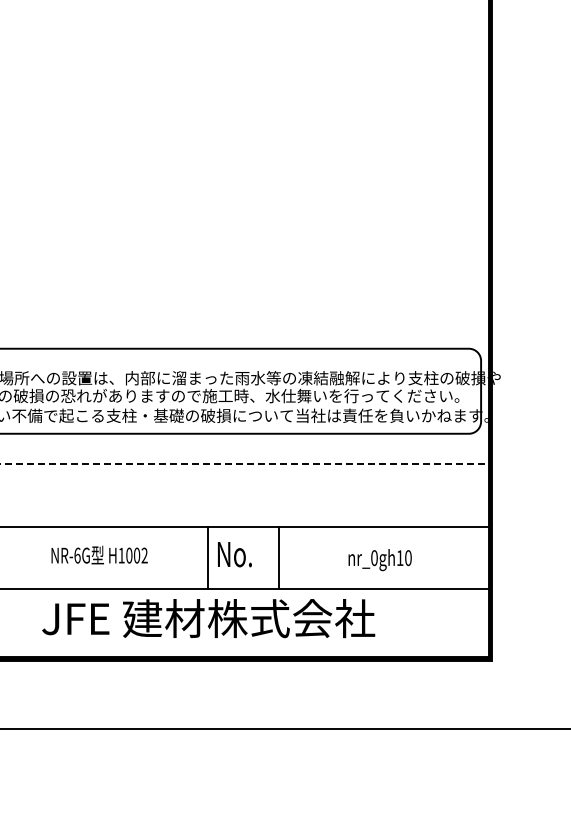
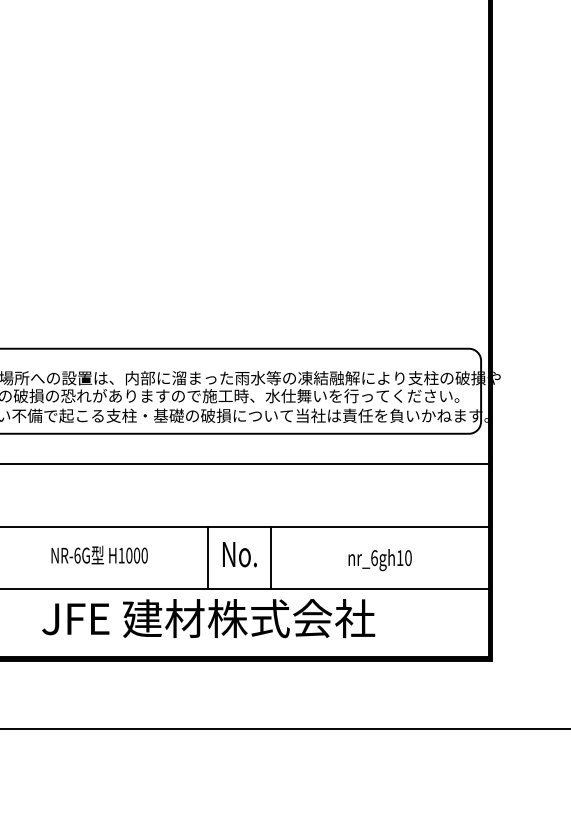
line at (245, 464): dashed -> solid
text at (234, 554) position: (234, 554) -> (239, 554)
text at (144, 555): H1002 -> H1000
line at (278, 557) position: (278, 557) -> (270, 557)
text at (374, 557): nr_0gh10 -> nr_6gh10
